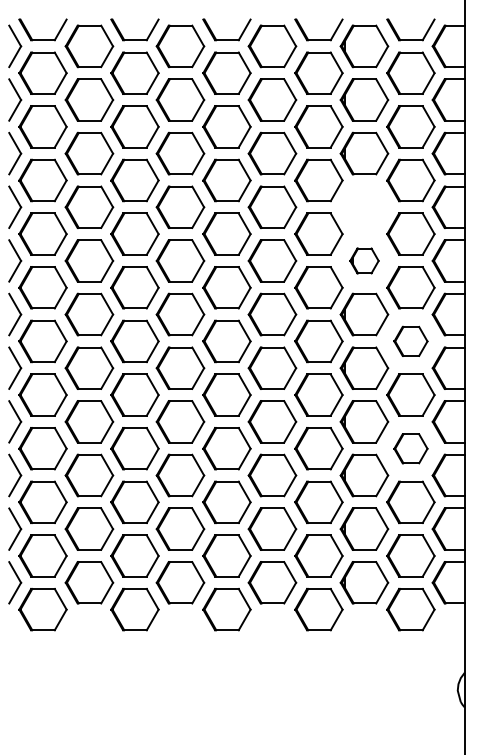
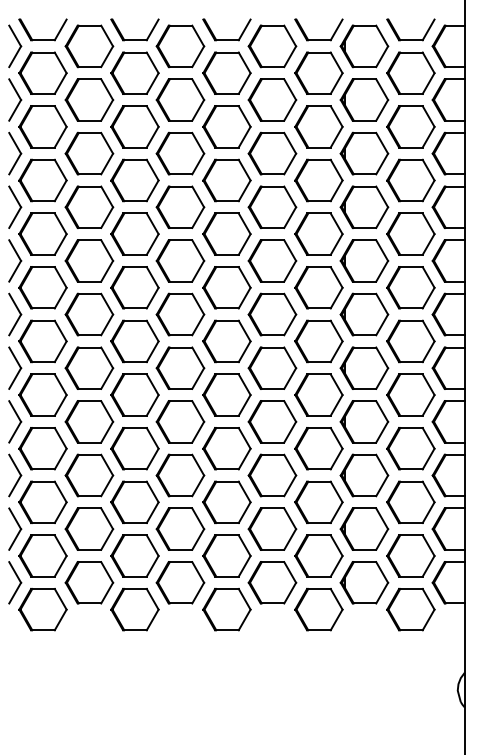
part at (364, 206): none -> present
part at (364, 260) size: 31x28 px -> 51x44 px
part at (410, 340) size: 36x32 px -> 50x45 px
part at (410, 448) size: 36x32 px -> 50x44 px
